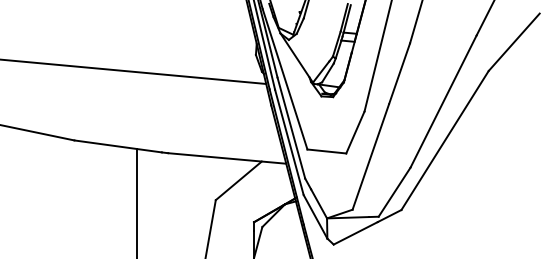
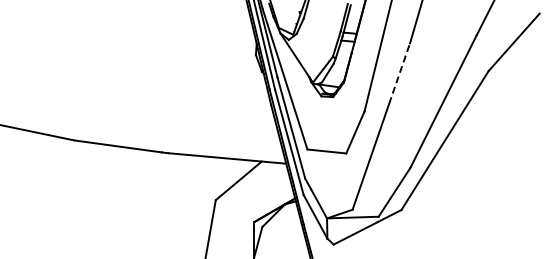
line at (134, 71): present -> none
line at (399, 73): solid -> dashed
line at (137, 202): present -> none
